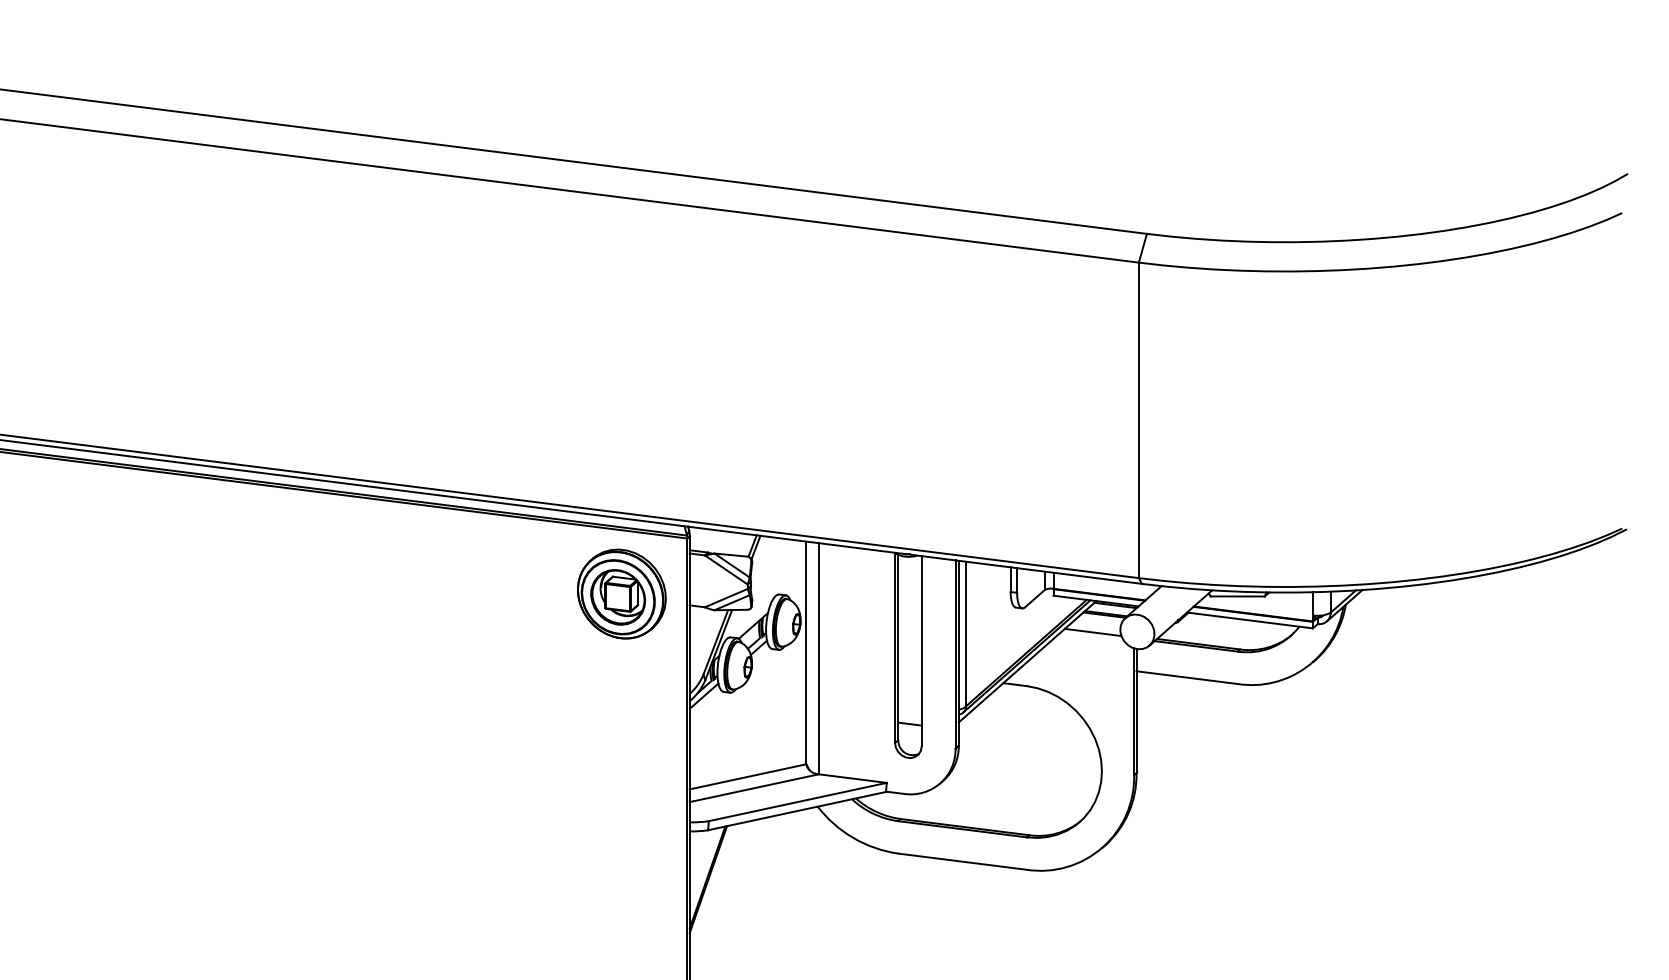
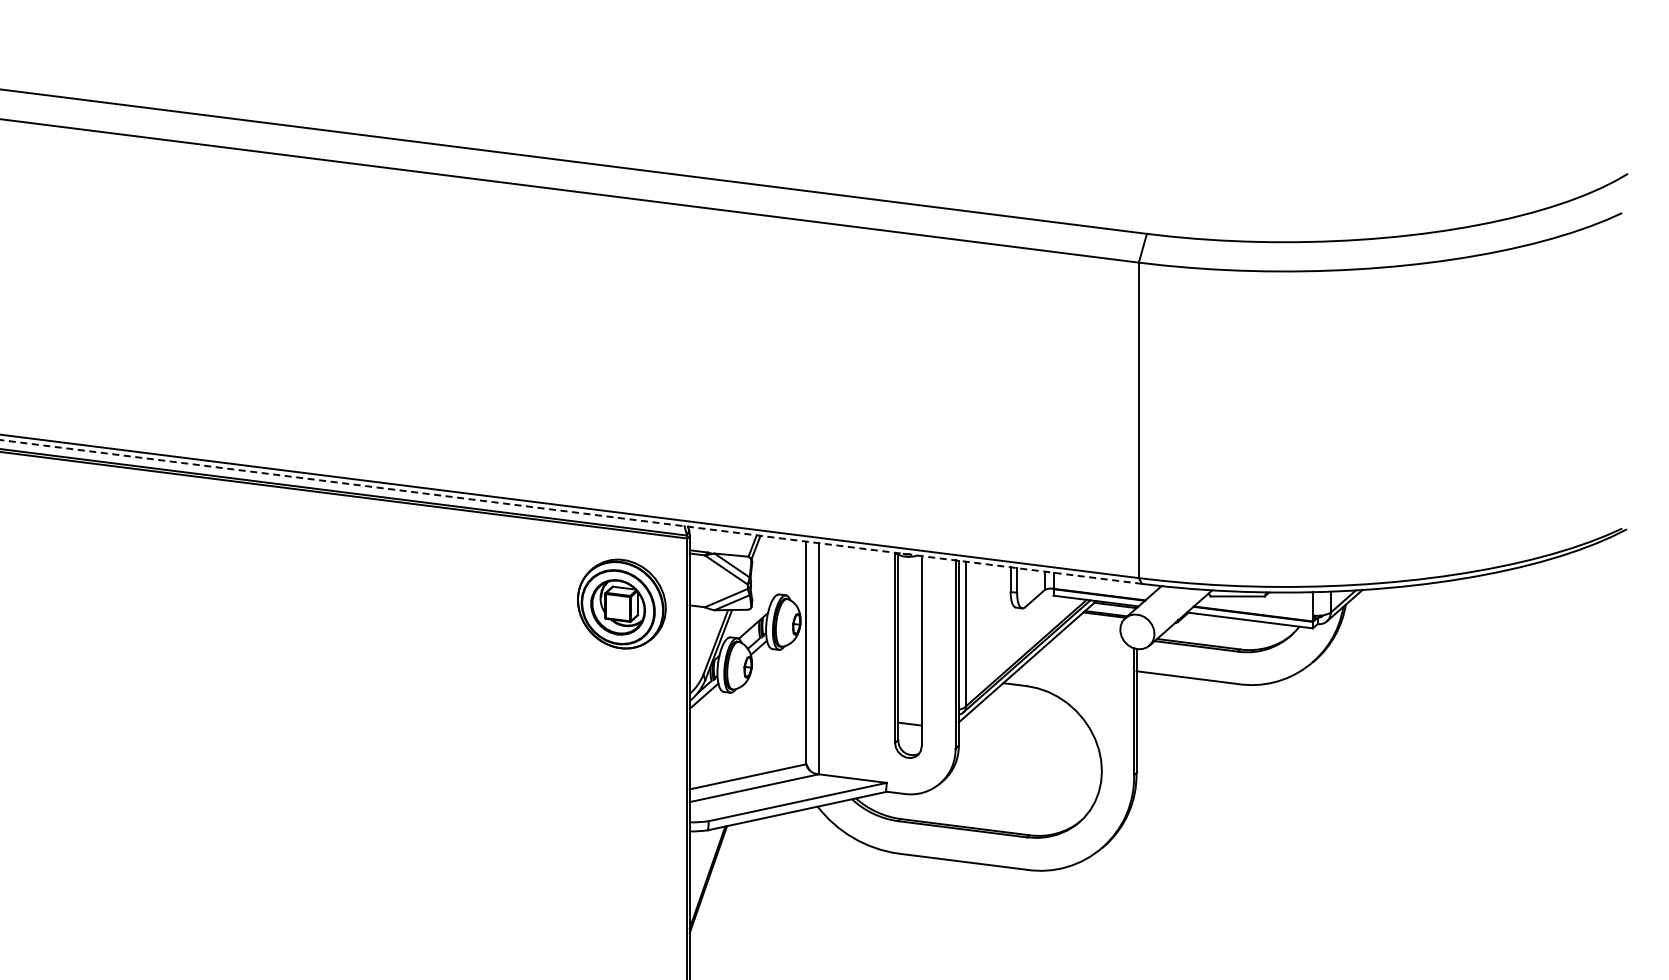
line at (570, 511): solid -> dashed
part at (621, 593) position: (621, 593) -> (621, 603)
line at (1092, 632): present -> none
